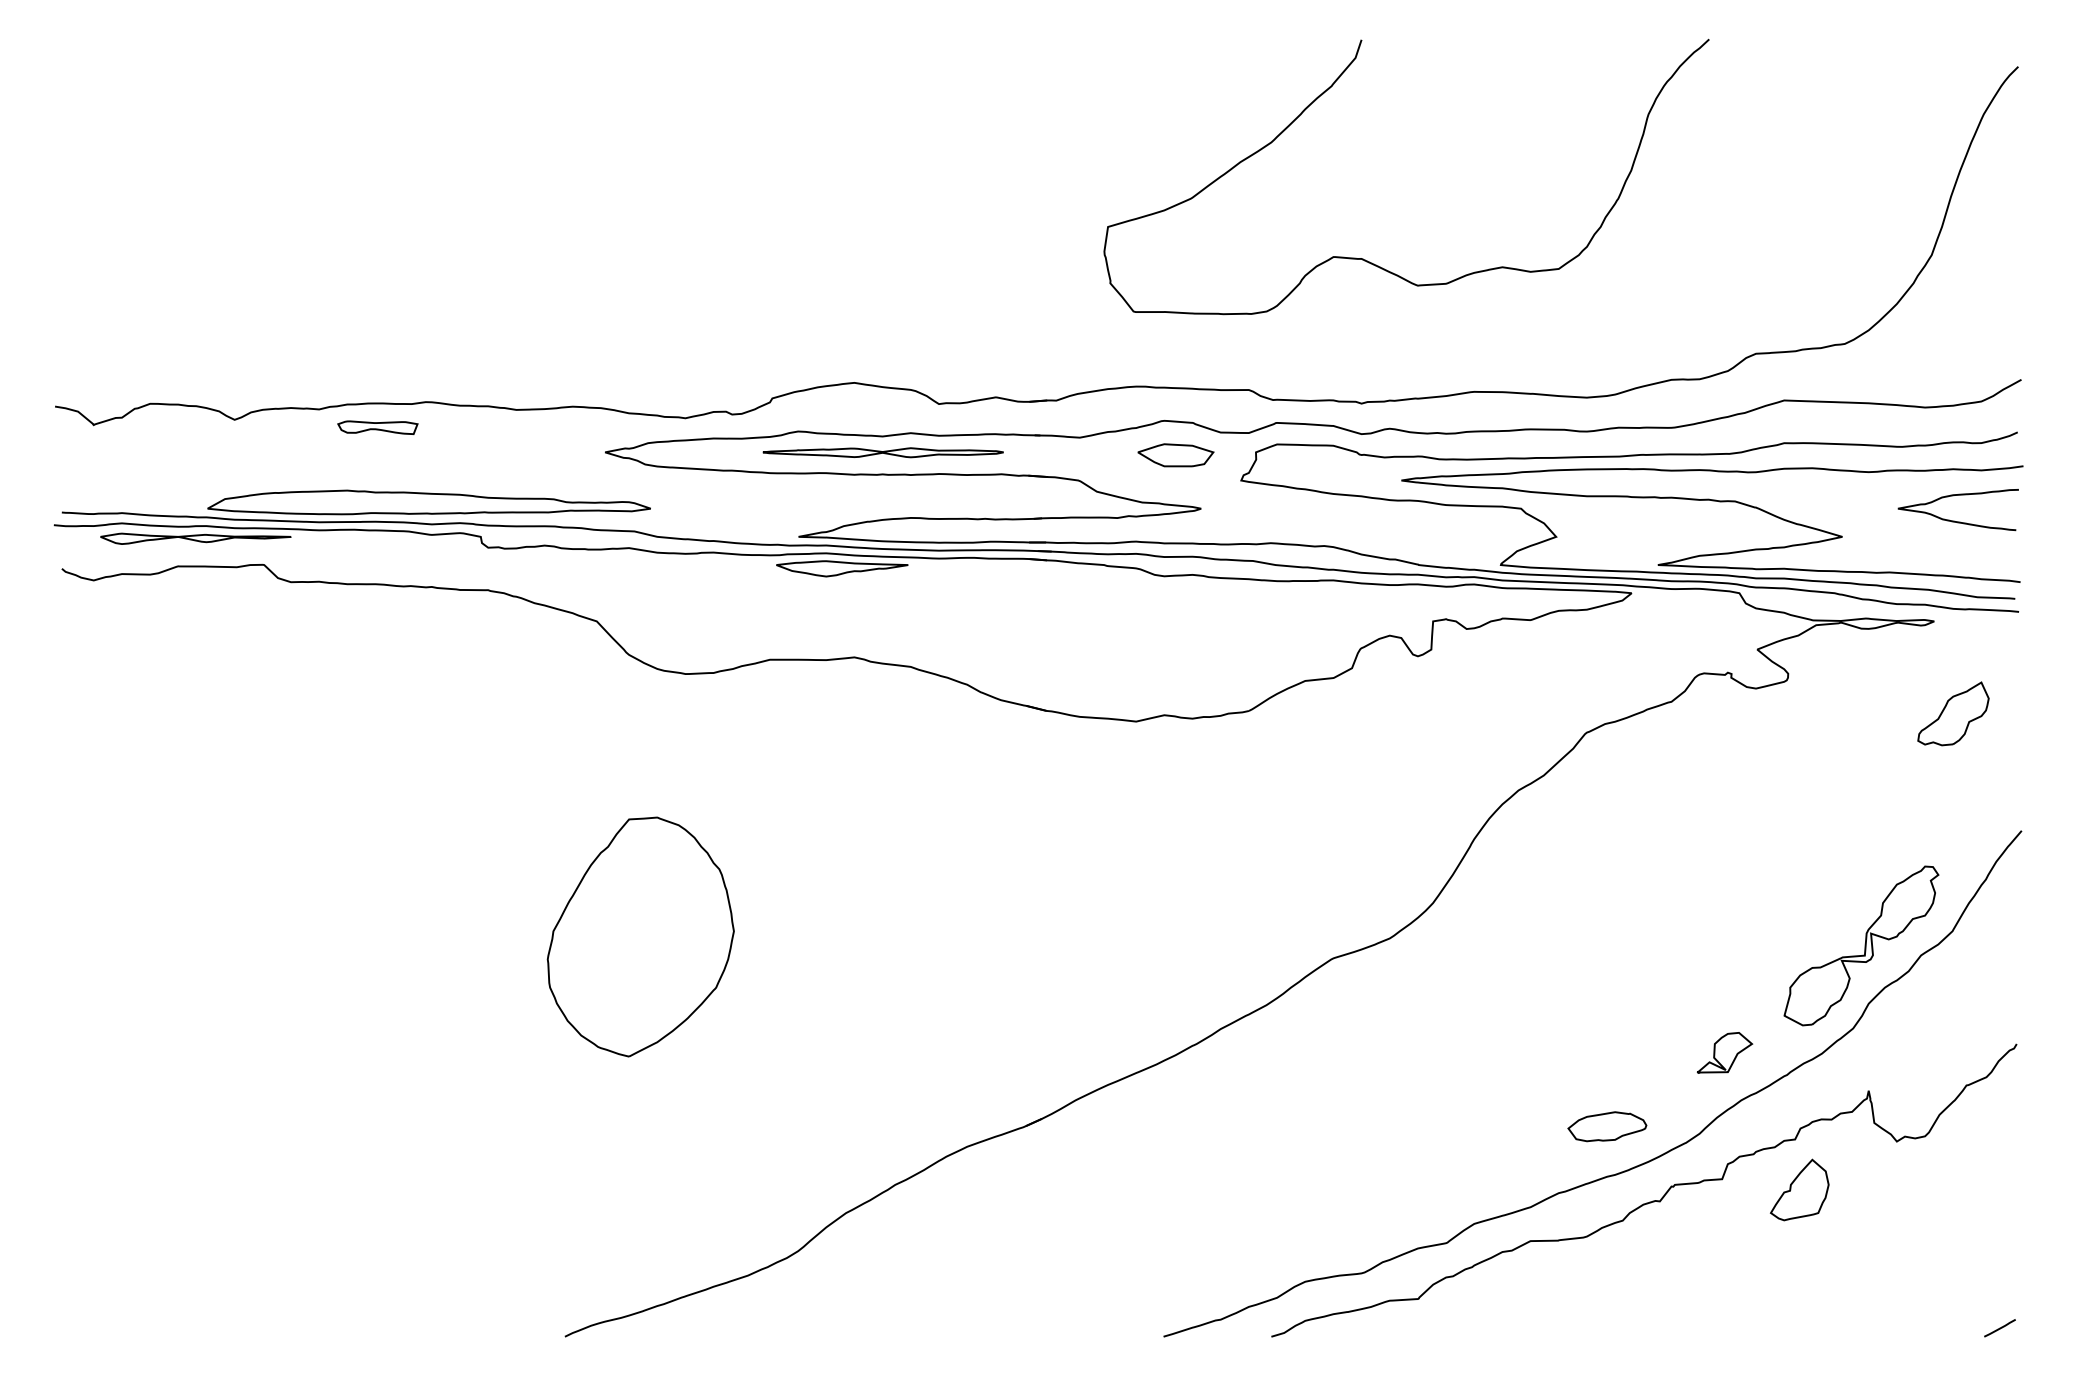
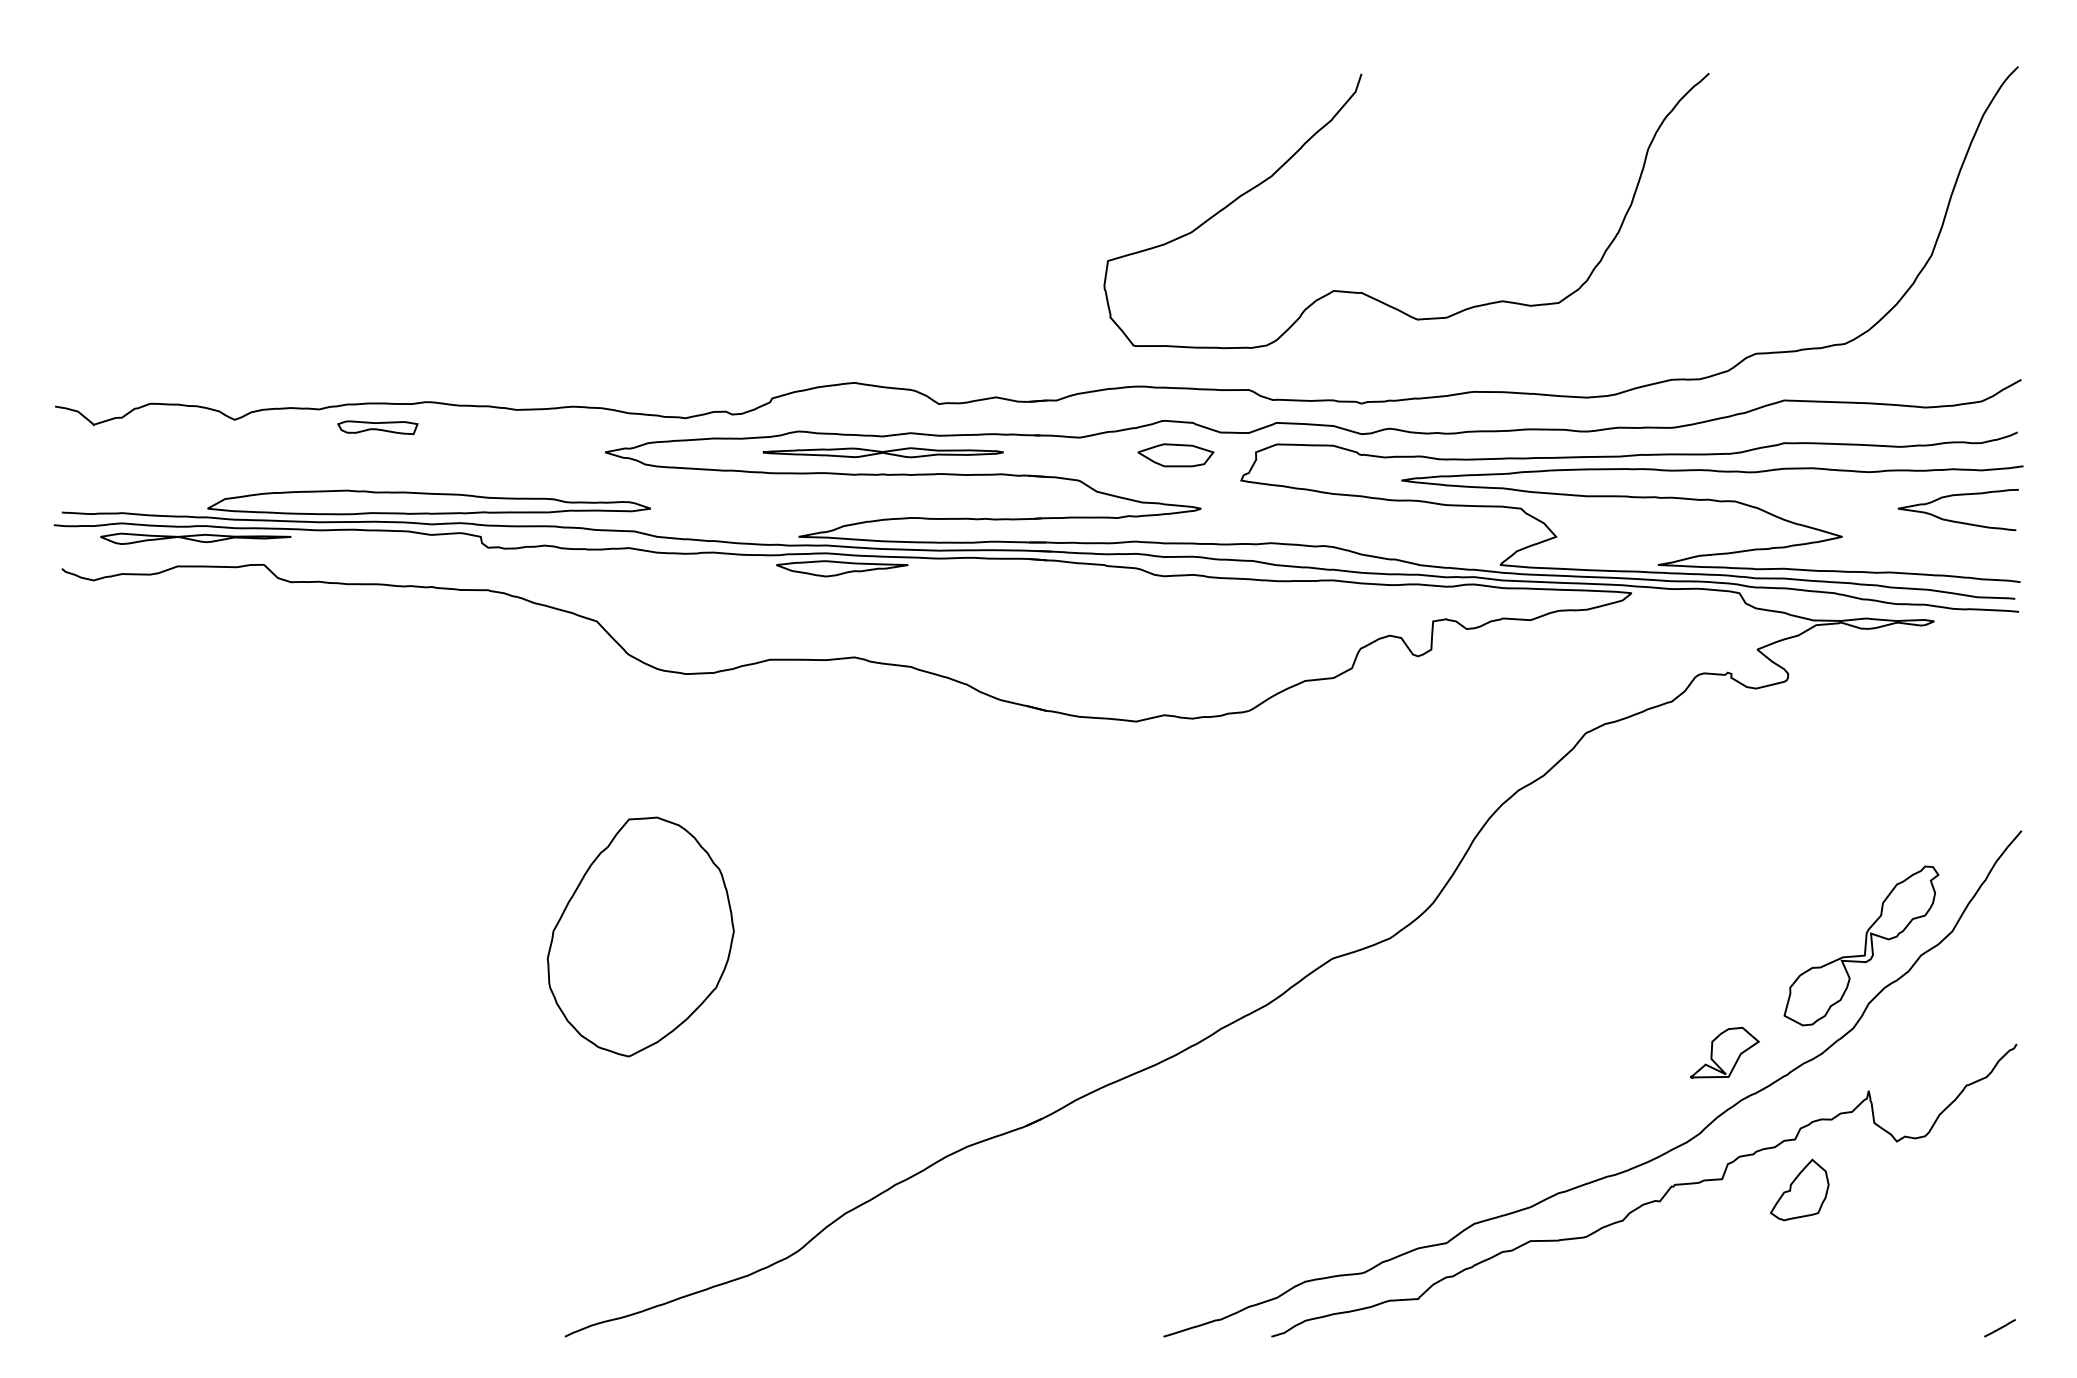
curve at (1365, 259) position: (1365, 259) -> (1365, 293)
part at (1953, 713): present -> none
part at (1724, 1052) size: 58x42 px -> 70x53 px
part at (1607, 1126): present -> none
